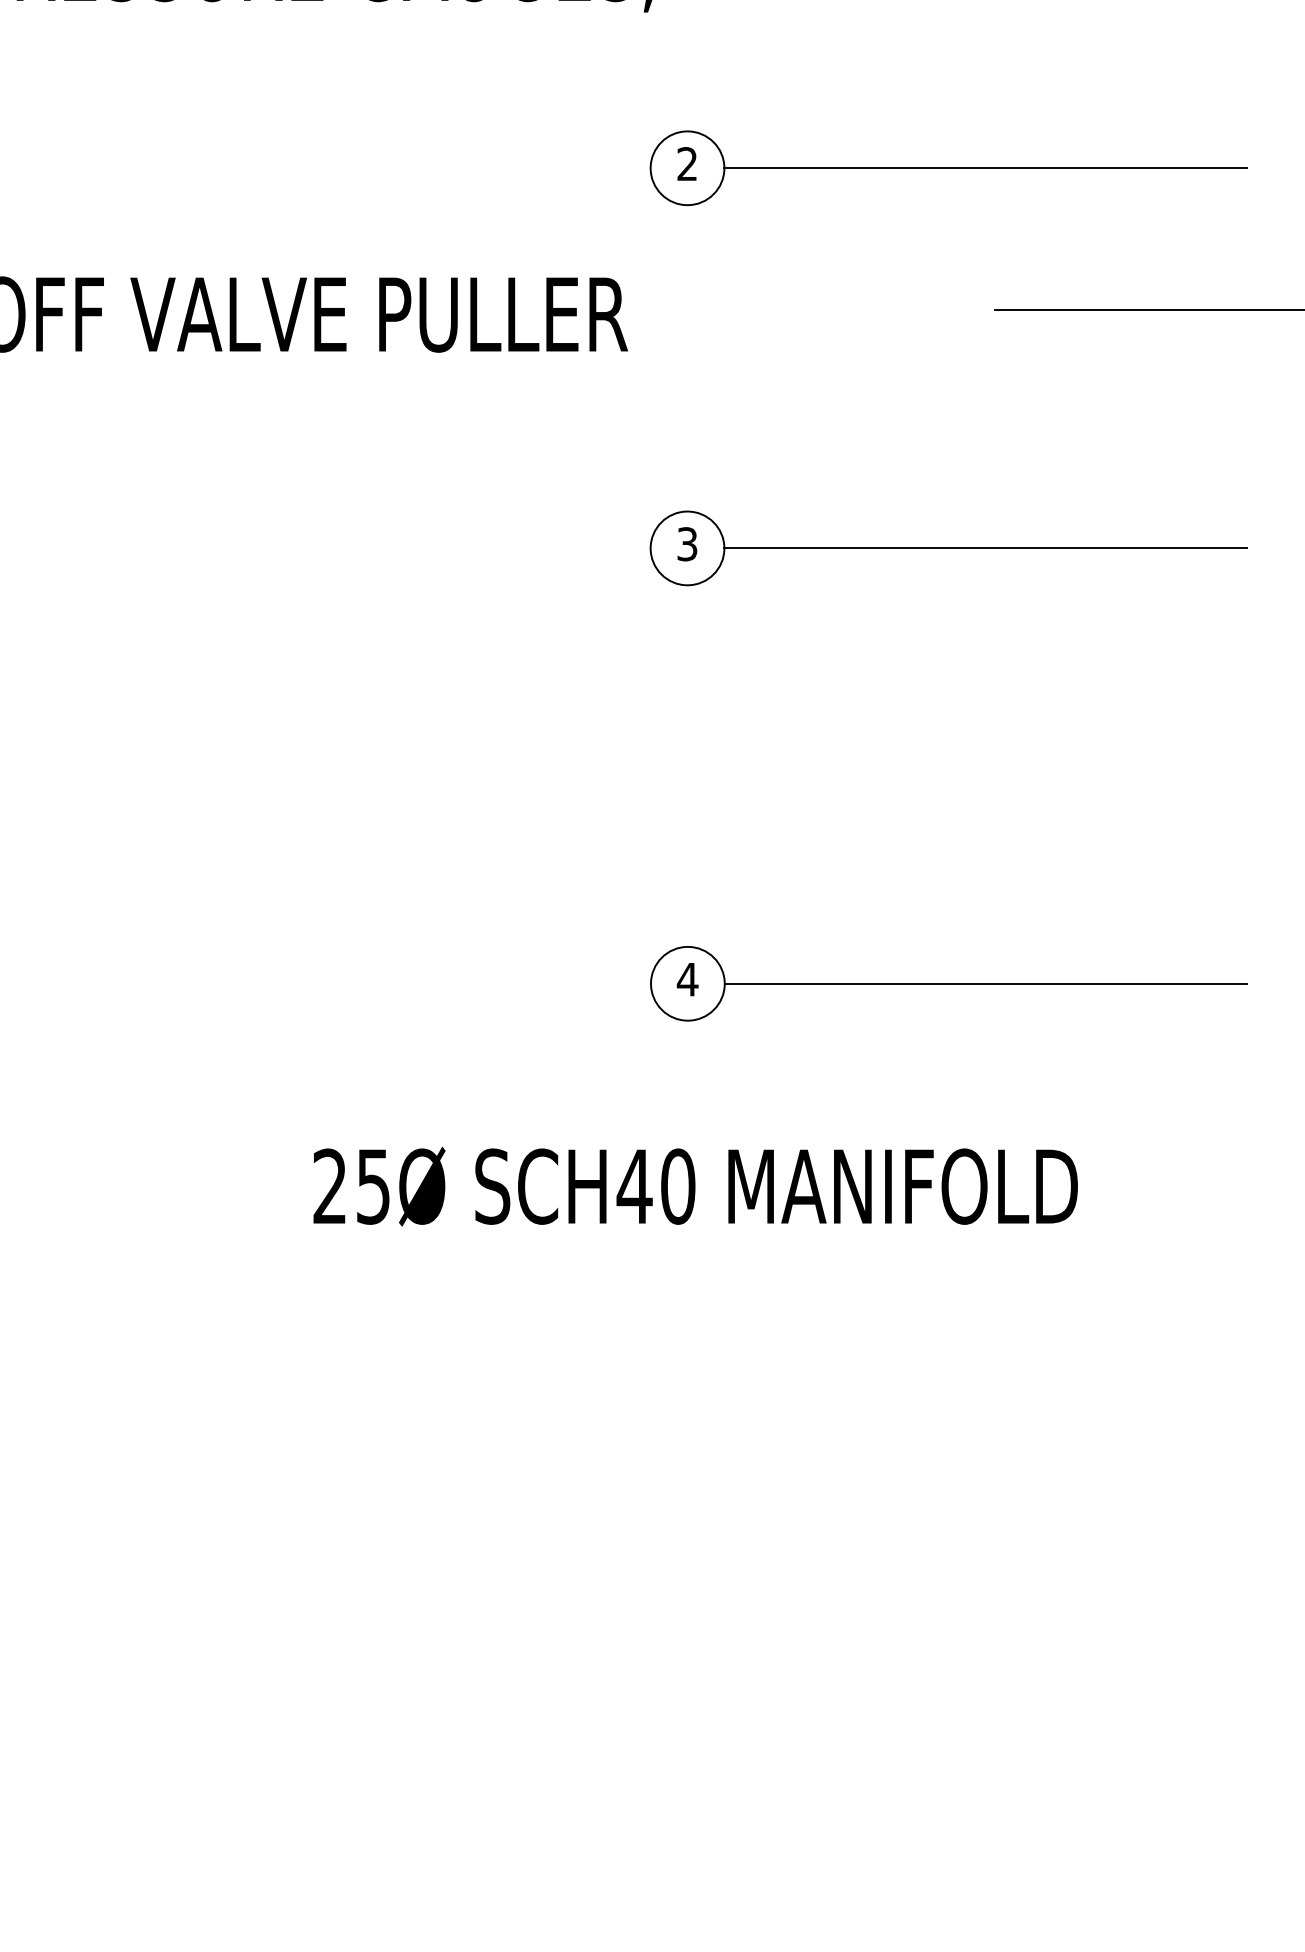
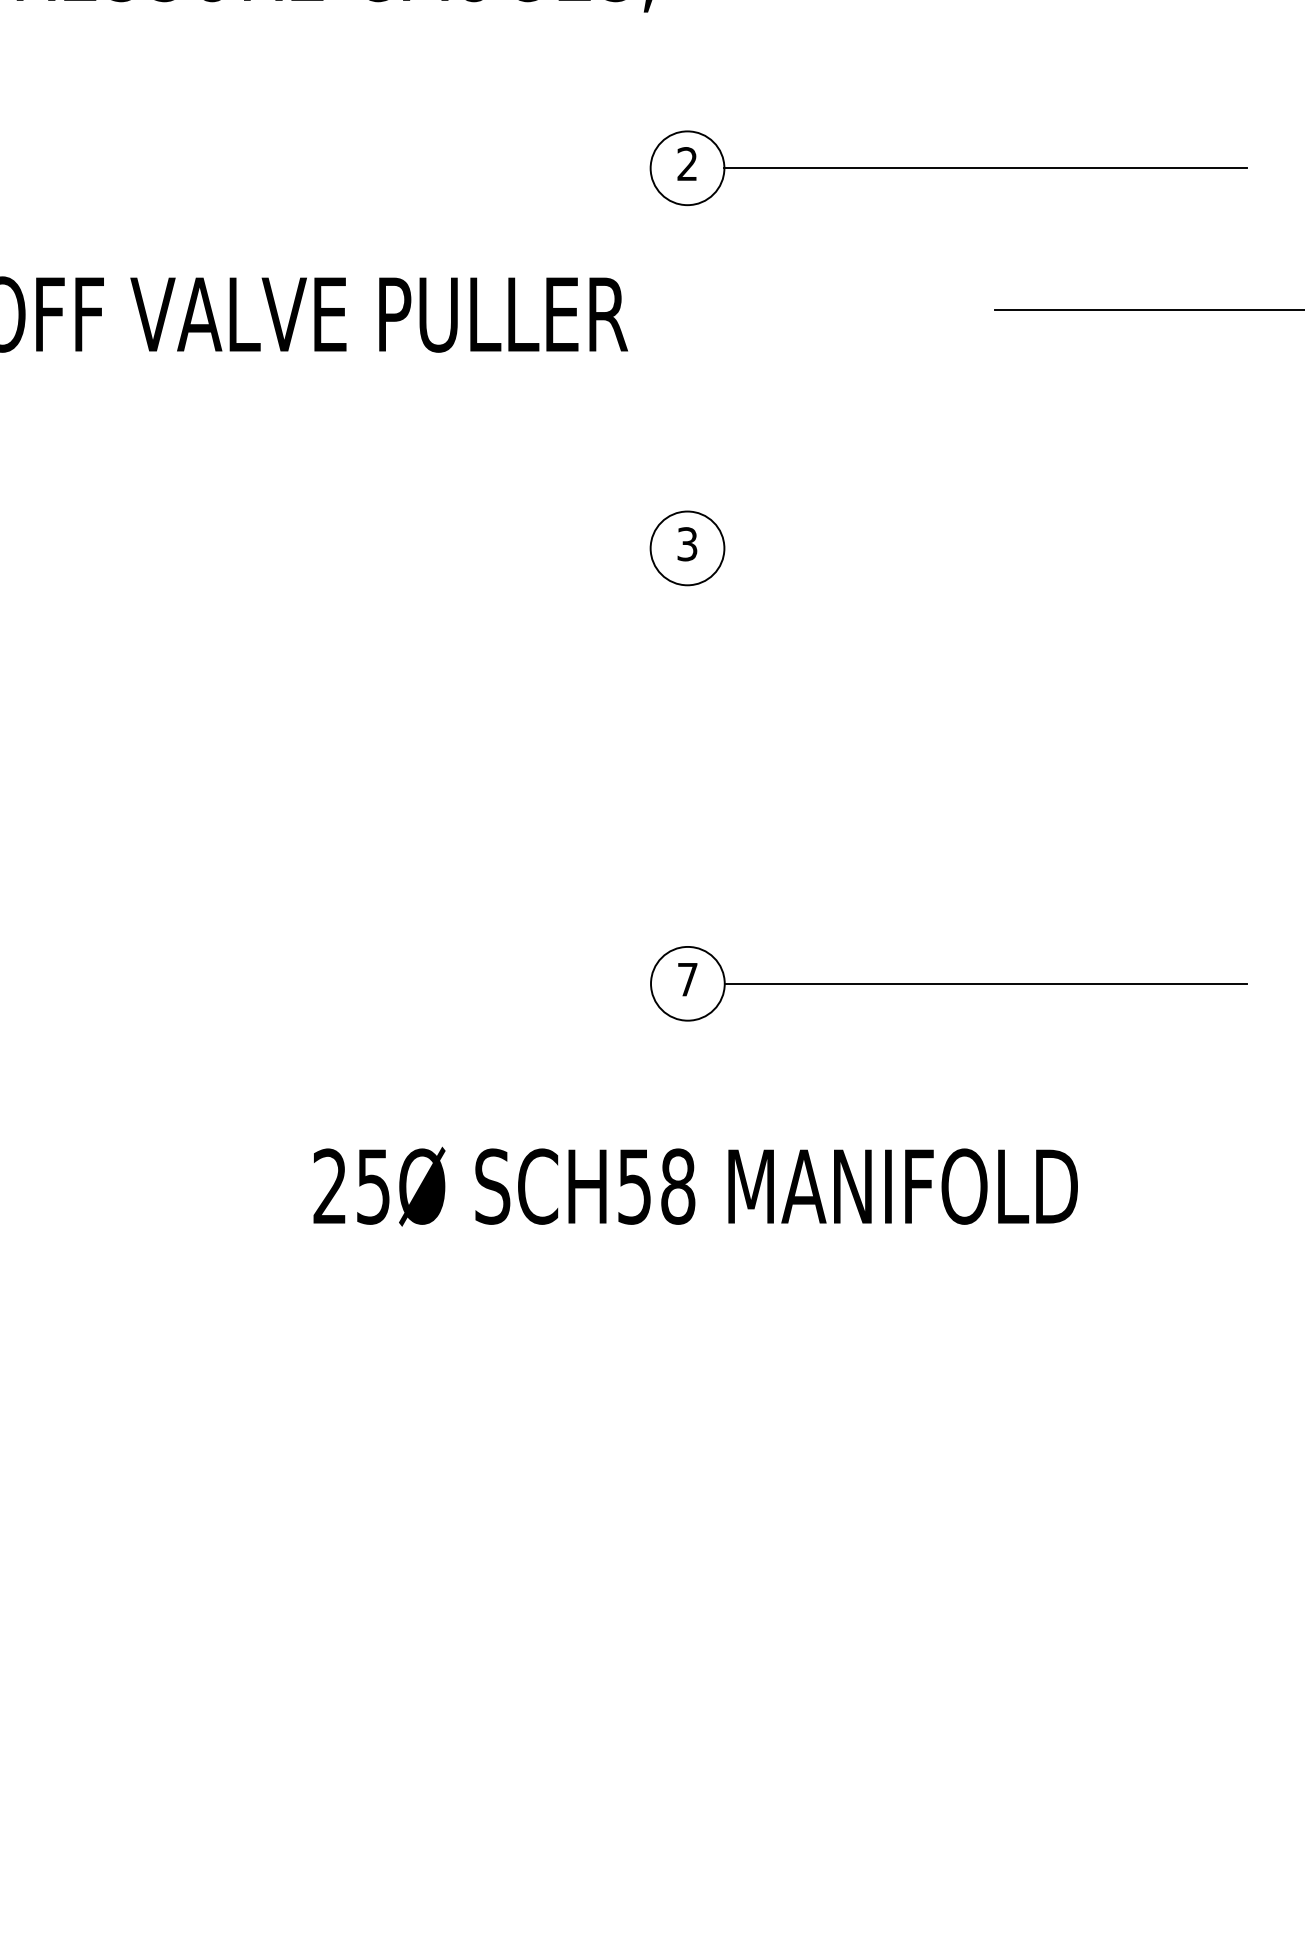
line at (985, 548): present -> none
text at (687, 979): 4 -> 7
text at (655, 1186): SCH40 -> SCH58
